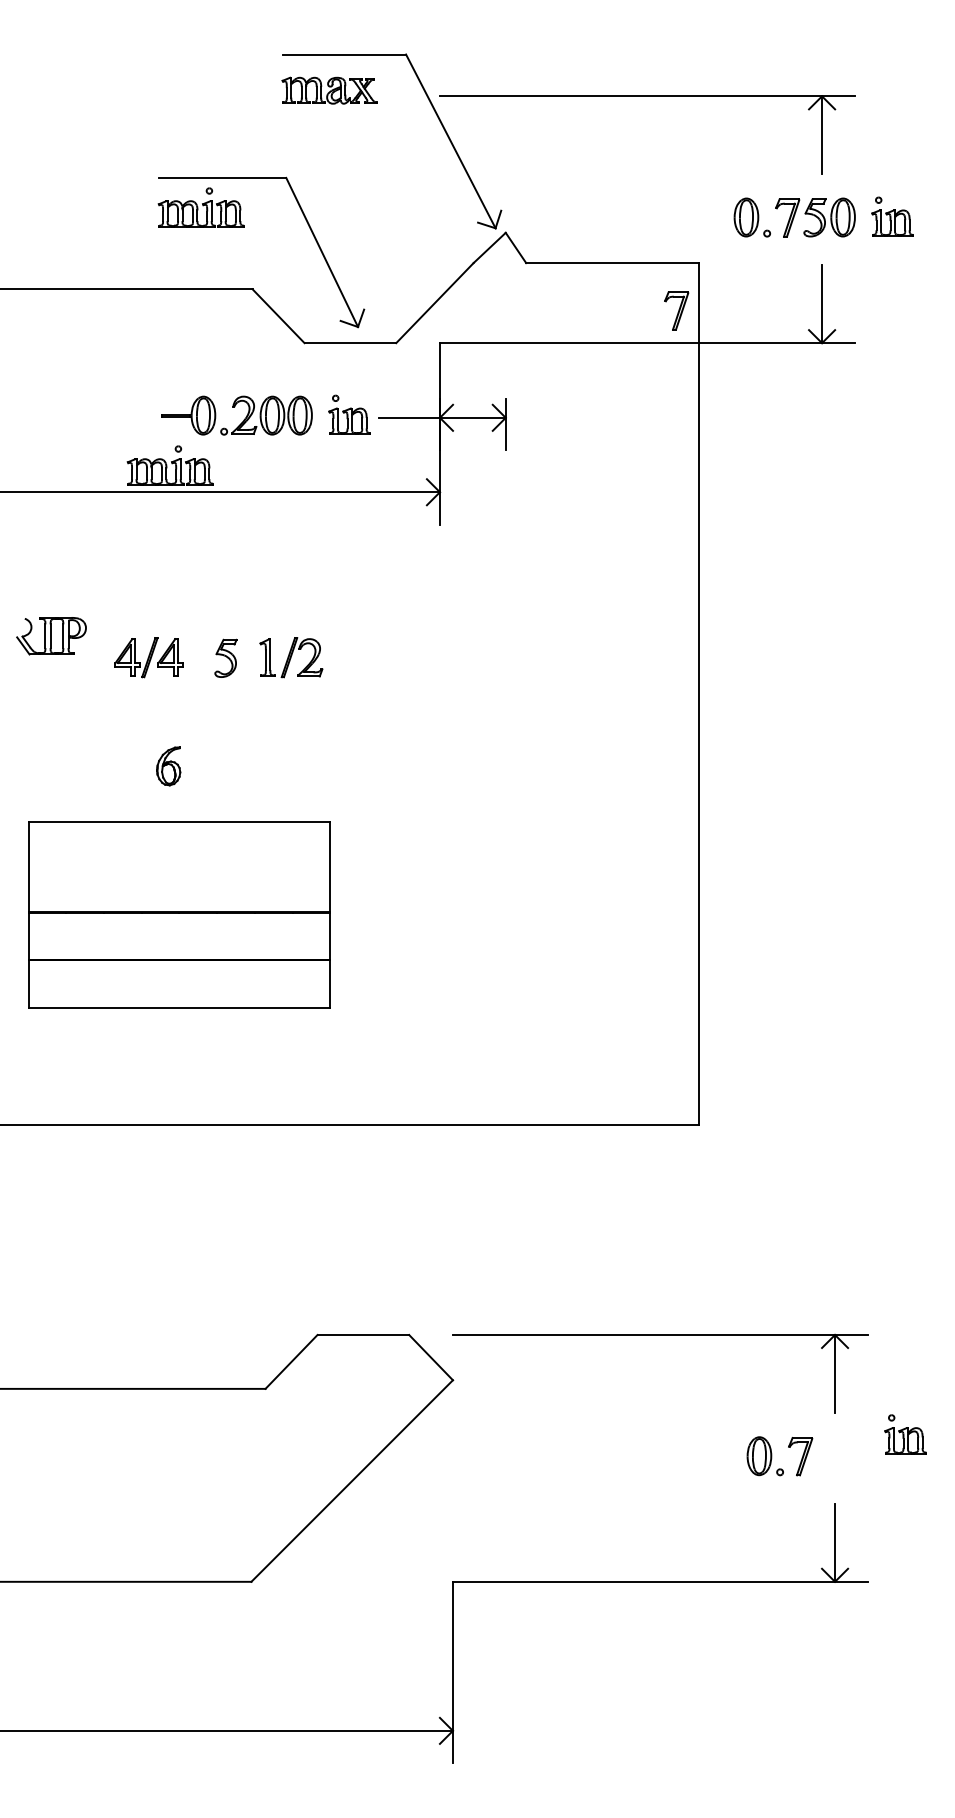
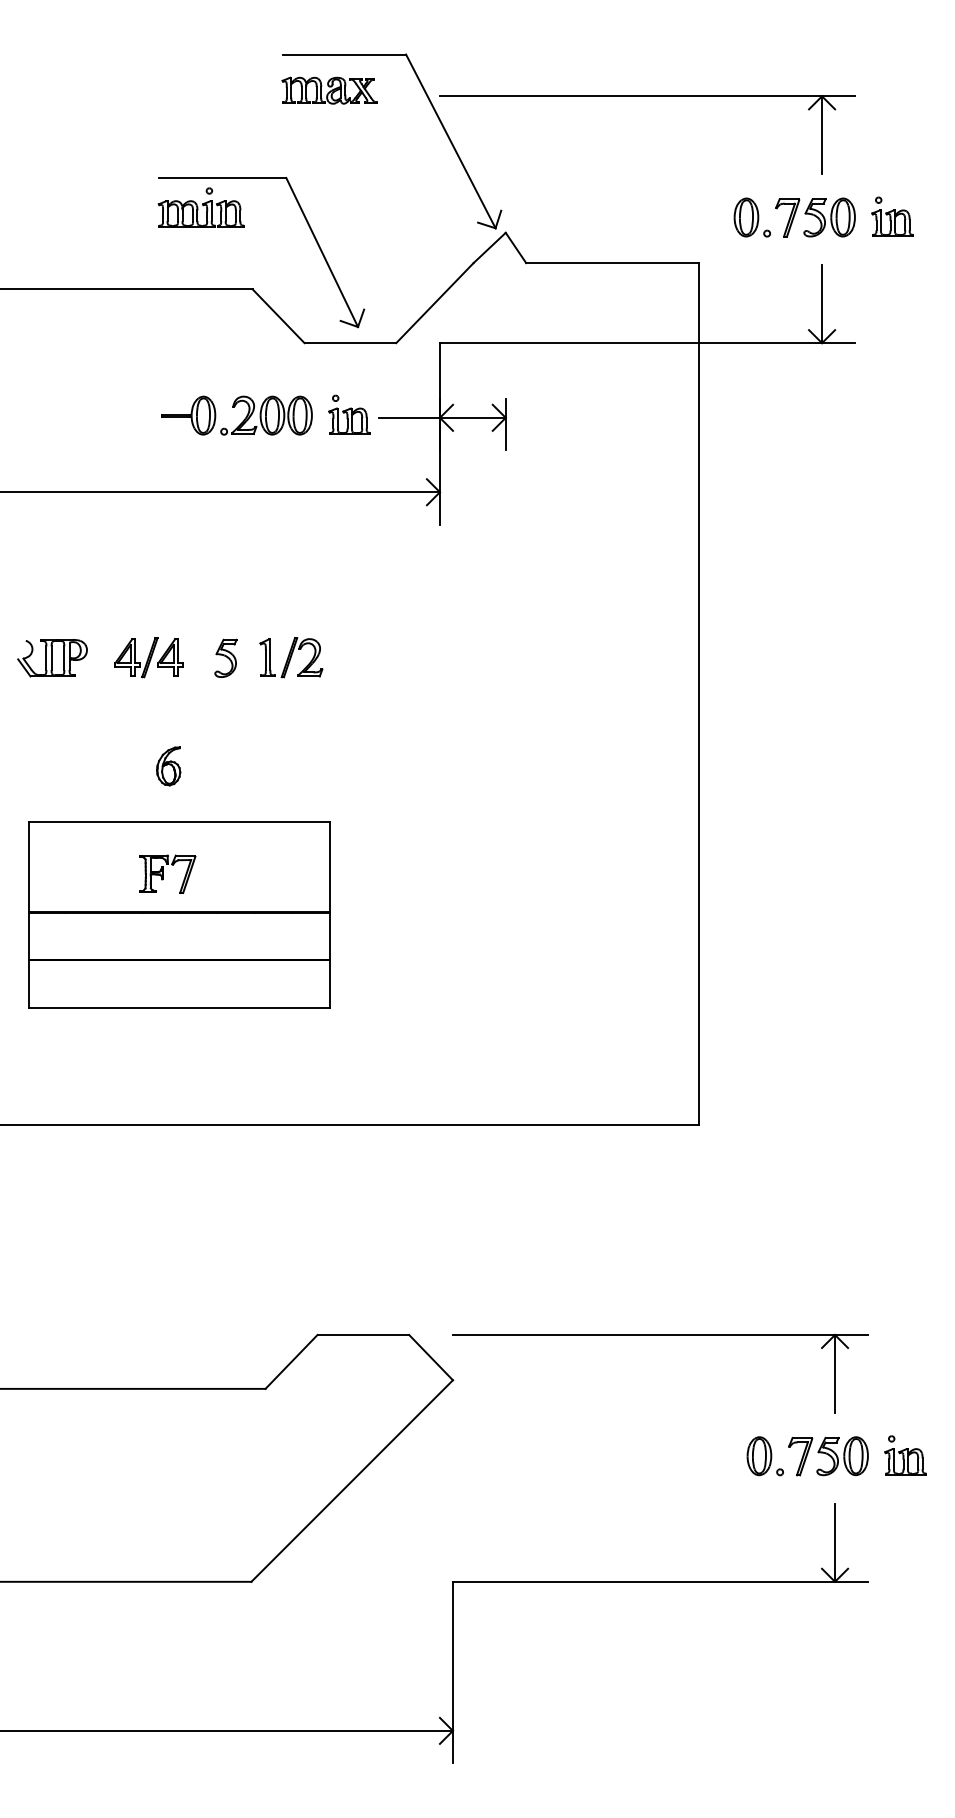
part at (676, 310): present -> none
part at (169, 465): present -> none
part at (51, 636) position: (51, 636) -> (52, 658)
part at (167, 873): none -> present
part at (905, 1434) position: (905, 1434) -> (905, 1455)
part at (842, 1456): none -> present
